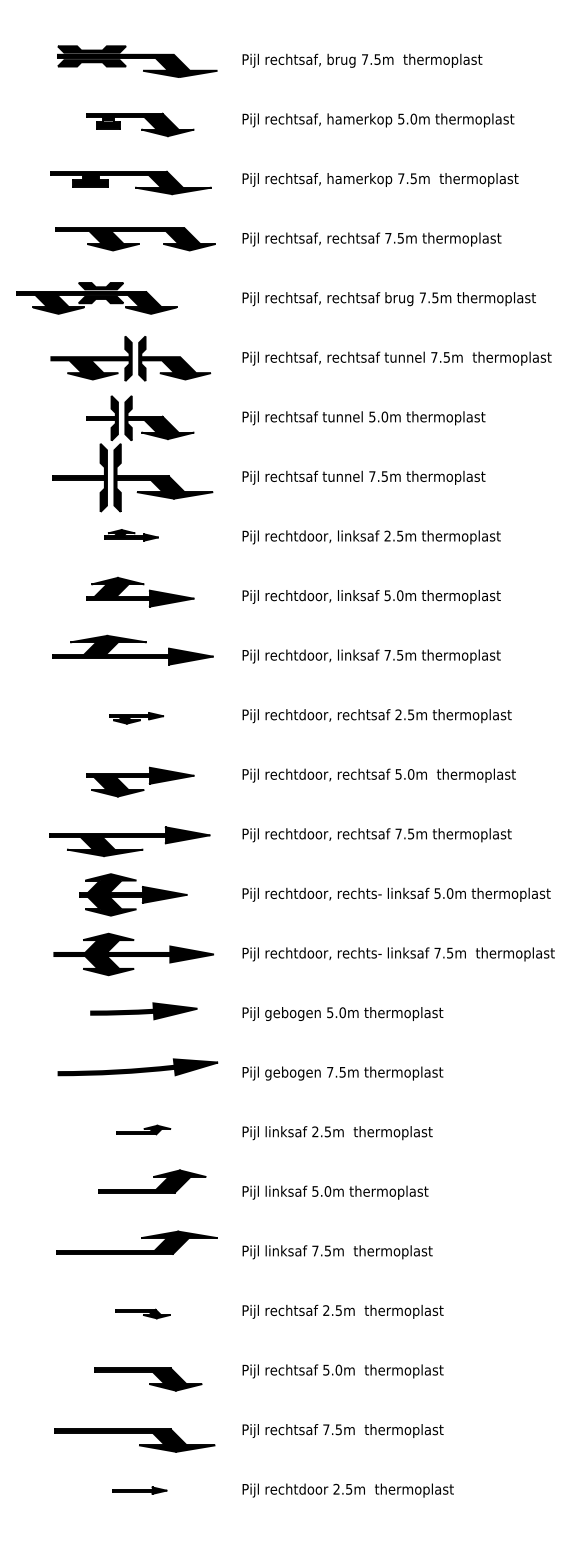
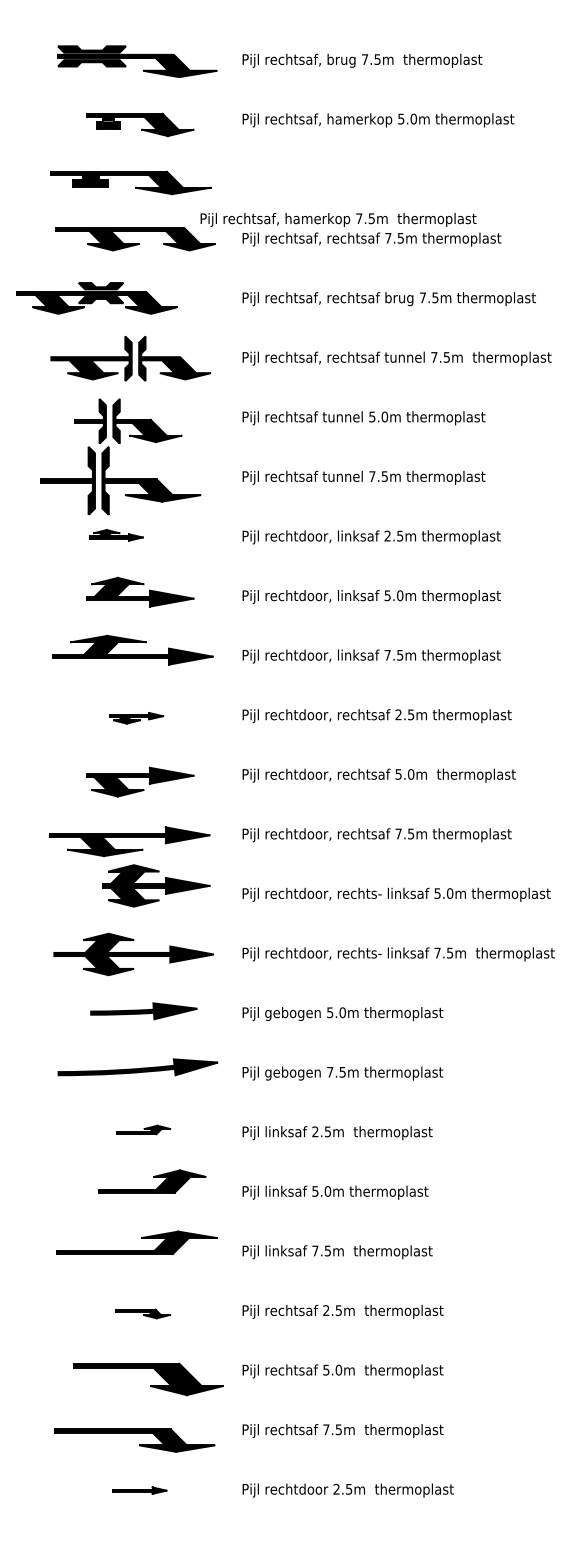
text at (380, 179) position: (380, 179) -> (338, 219)
part at (121, 453) position: (121, 453) -> (109, 456)
part at (131, 535) position: (131, 535) -> (116, 535)
part at (133, 894) position: (133, 894) -> (156, 885)
part at (148, 1379) size: 109x25 px -> 151x35 px
